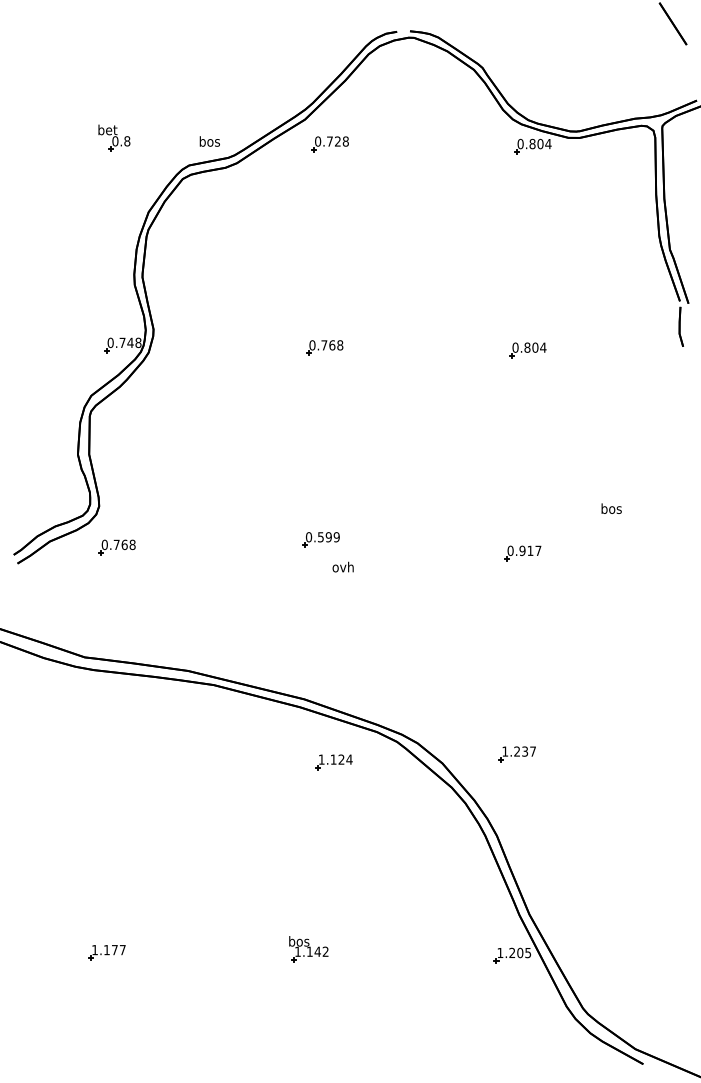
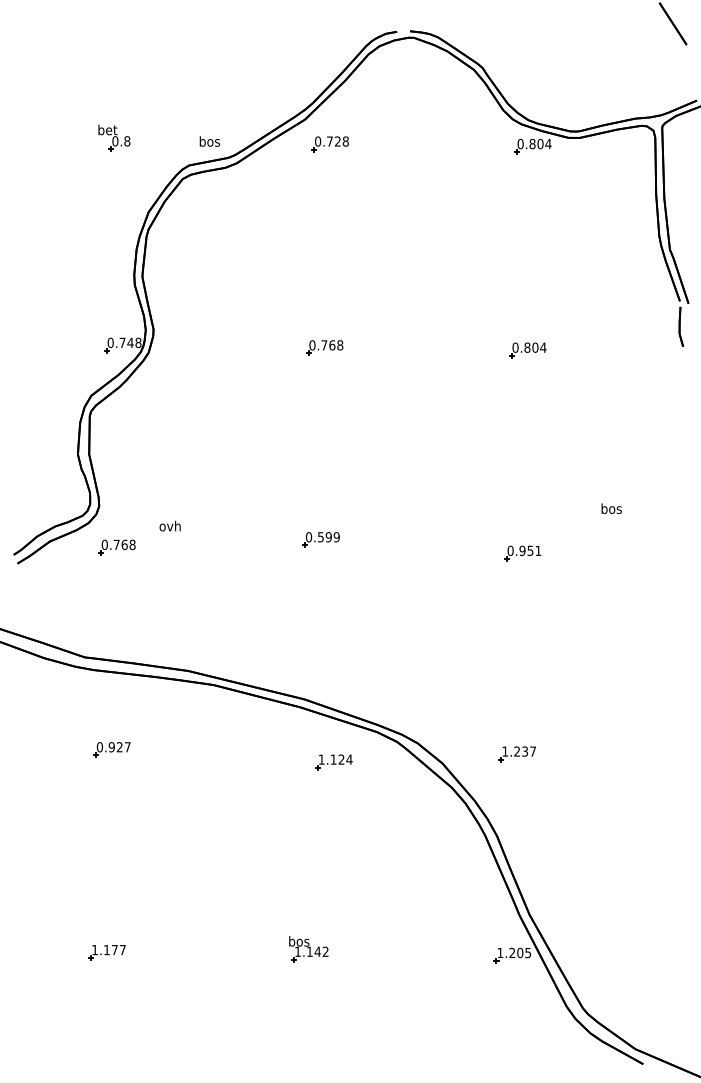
text at (534, 550): 0.917 -> 0.951
text at (342, 566) position: (342, 566) -> (169, 525)
part at (111, 749): none -> present
